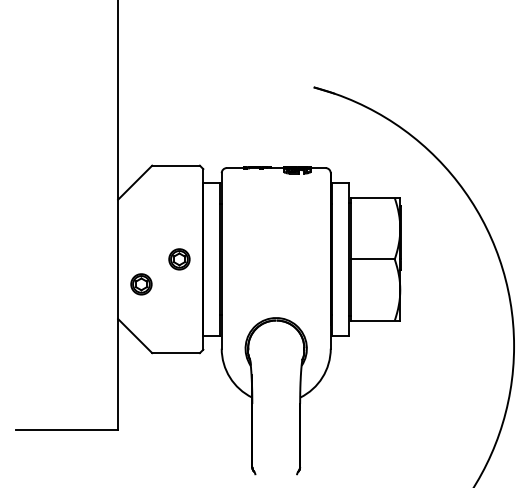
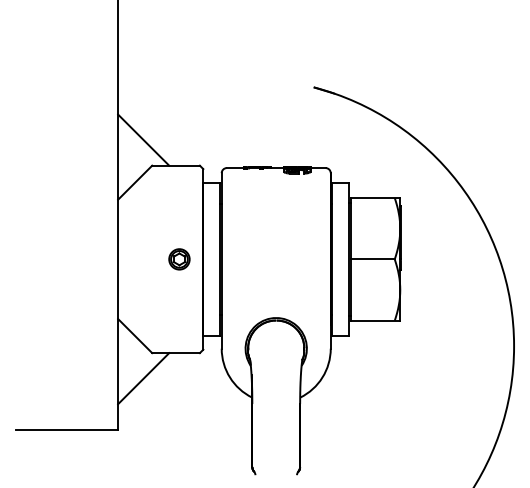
line at (143, 139): none -> present
part at (141, 284): present -> none
line at (143, 378): none -> present
